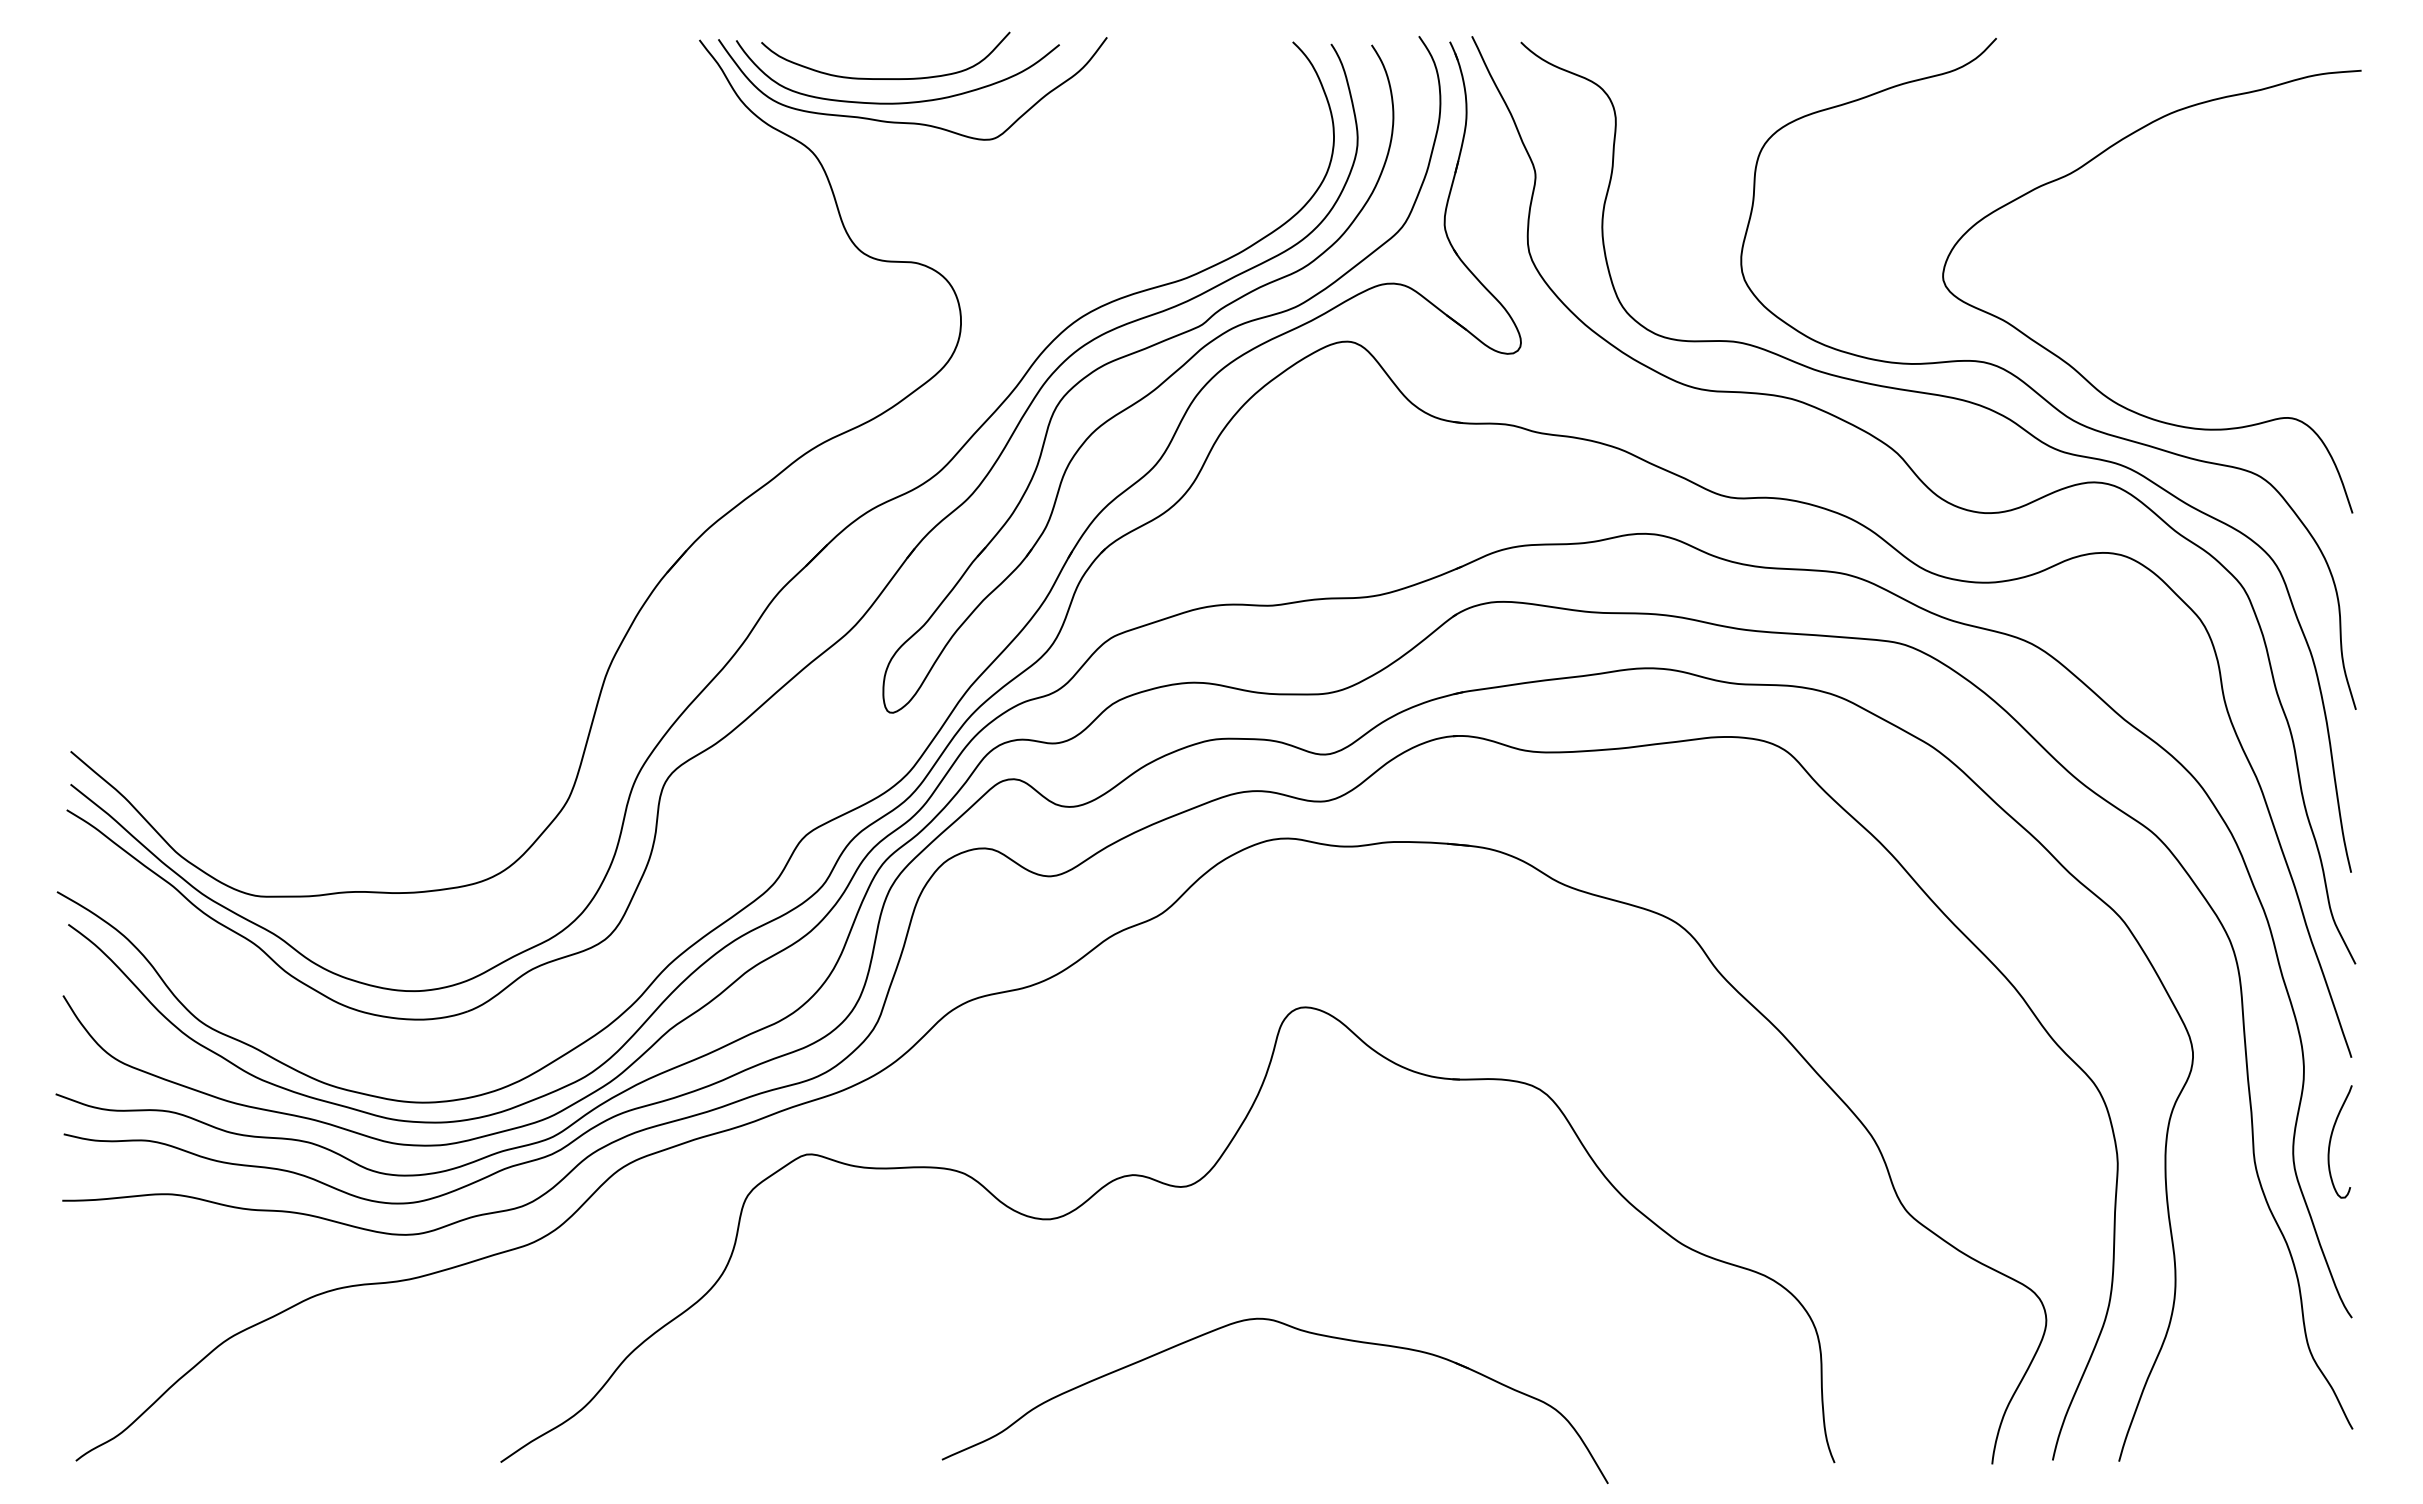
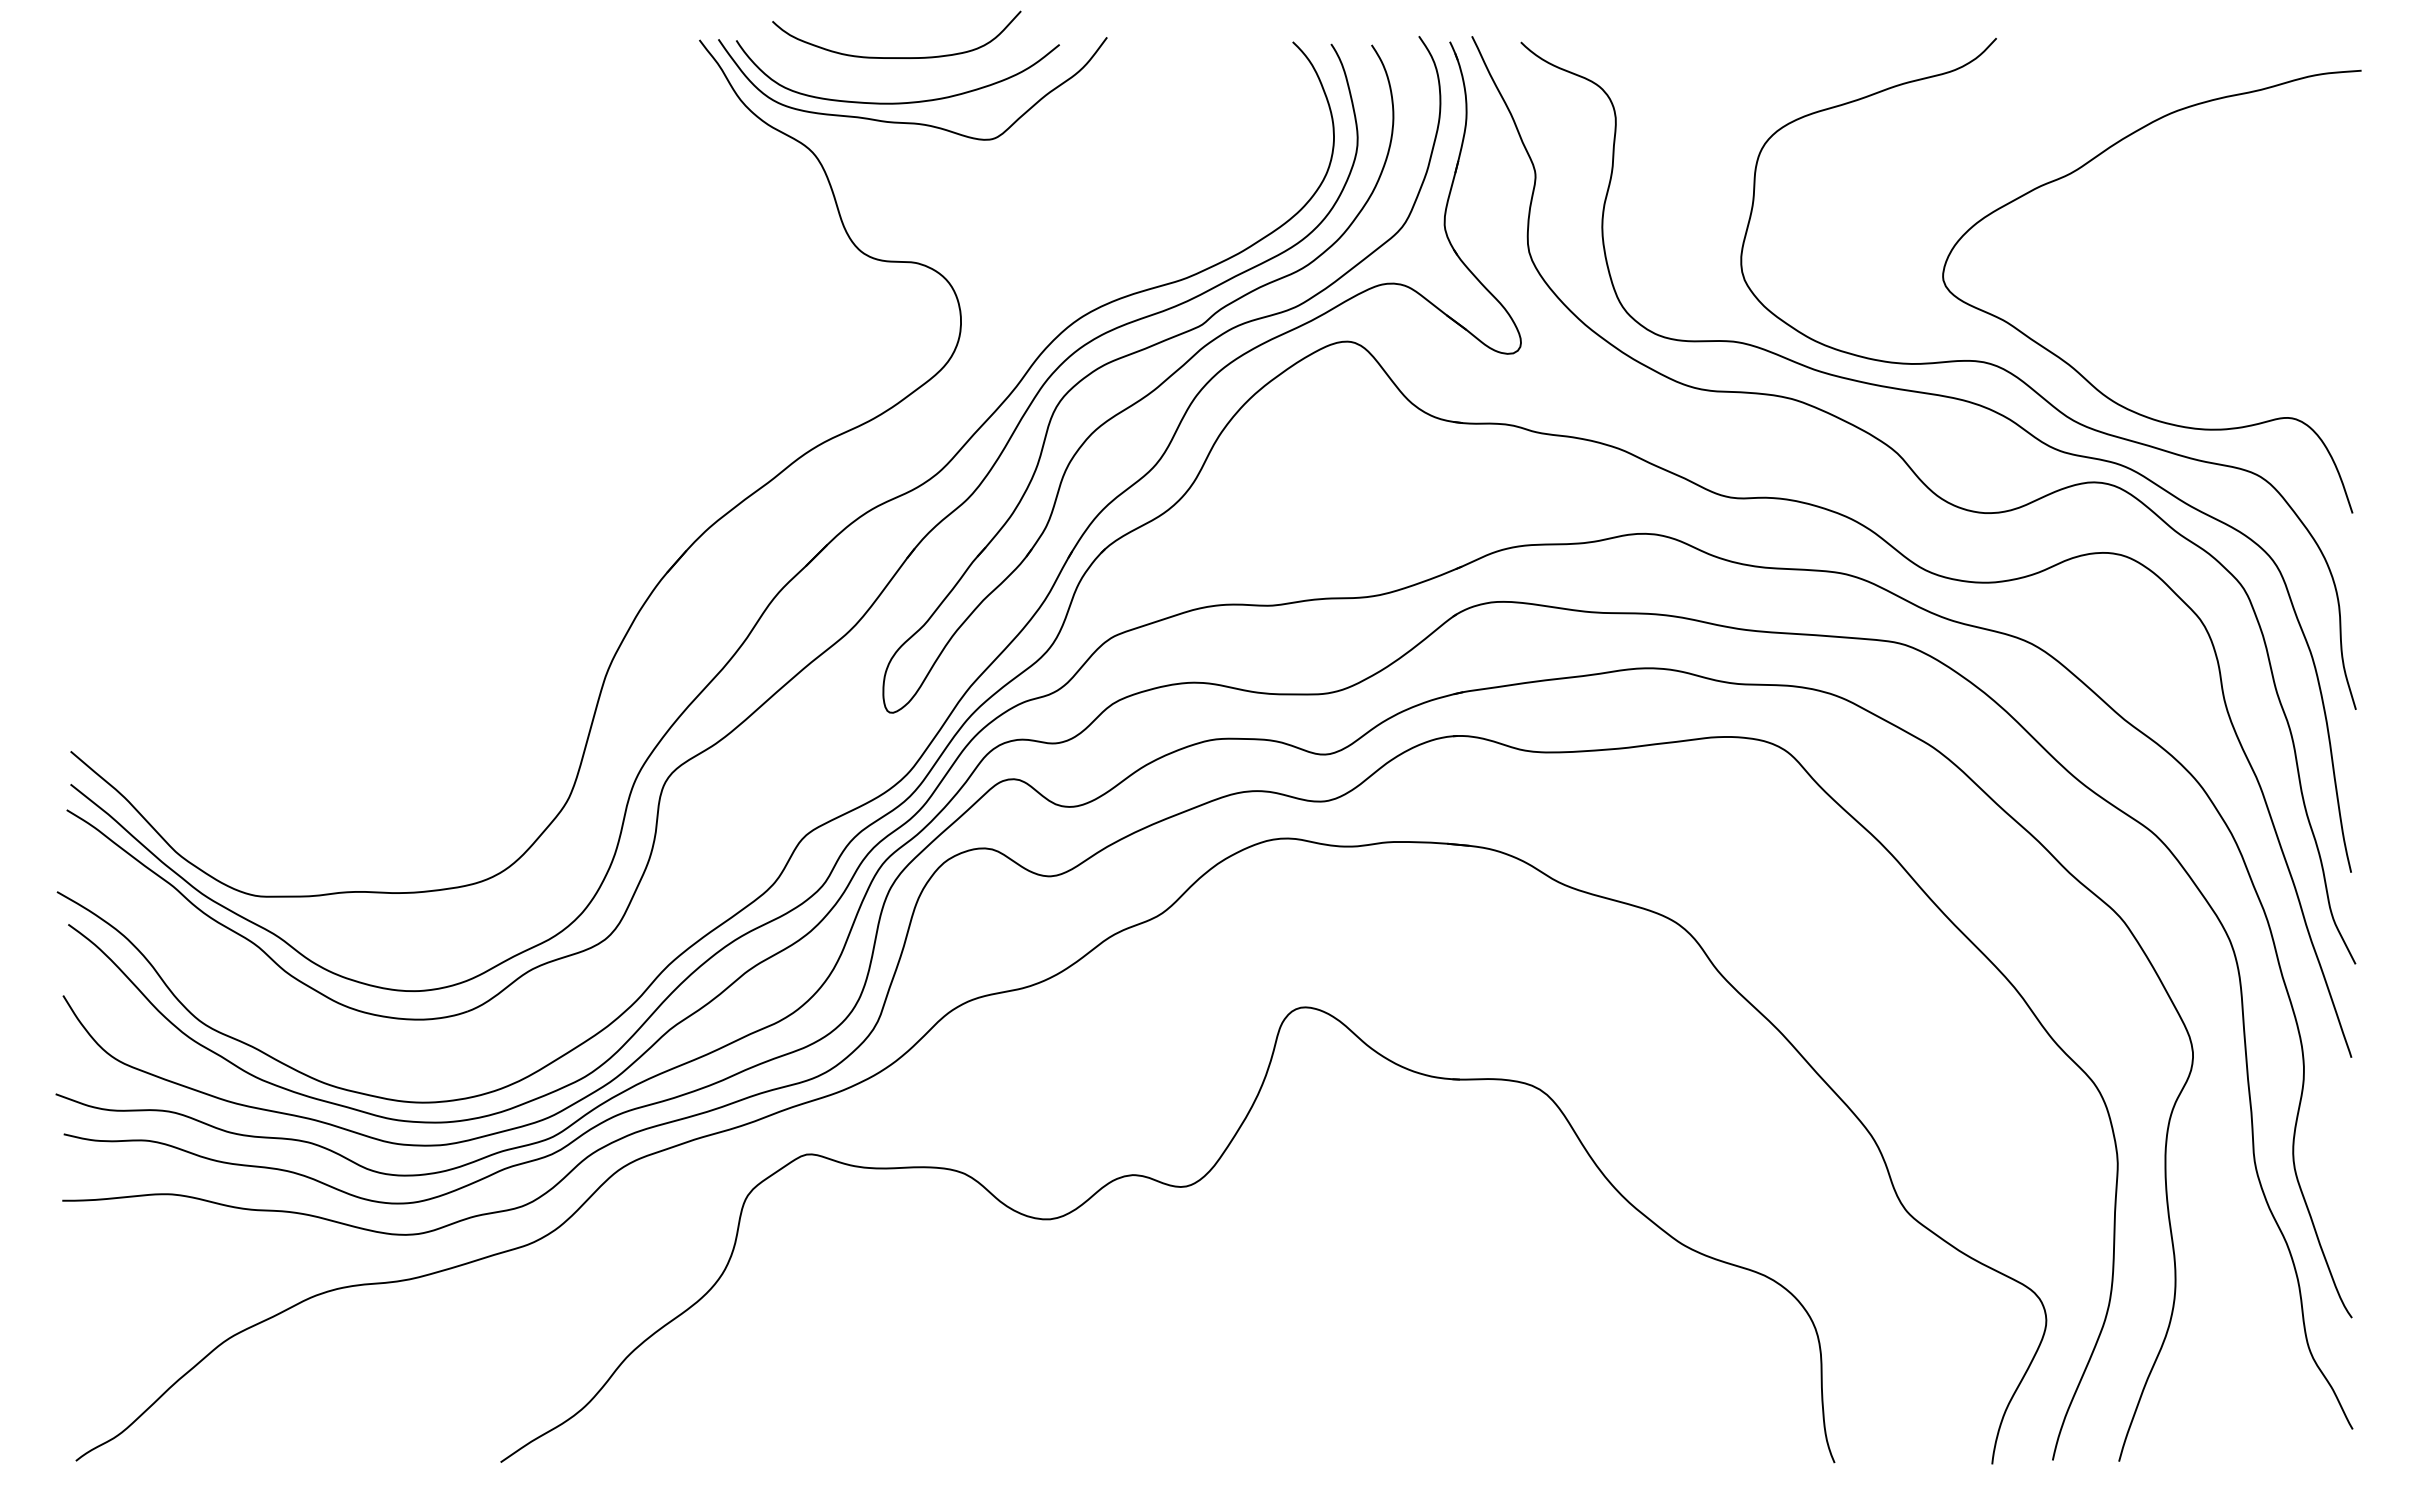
curve at (885, 78) position: (885, 78) -> (896, 57)
curve at (2331, 1140): present -> none
part at (1298, 1330): present -> none
